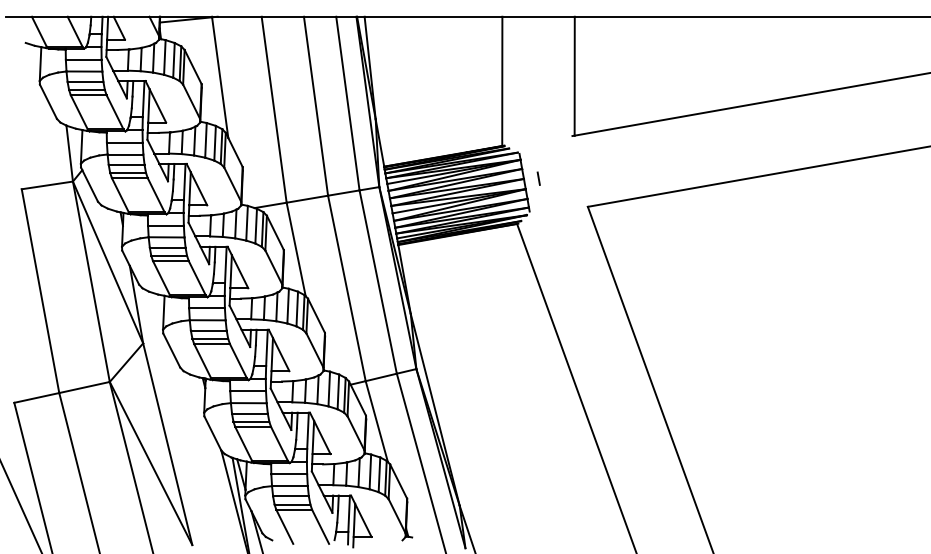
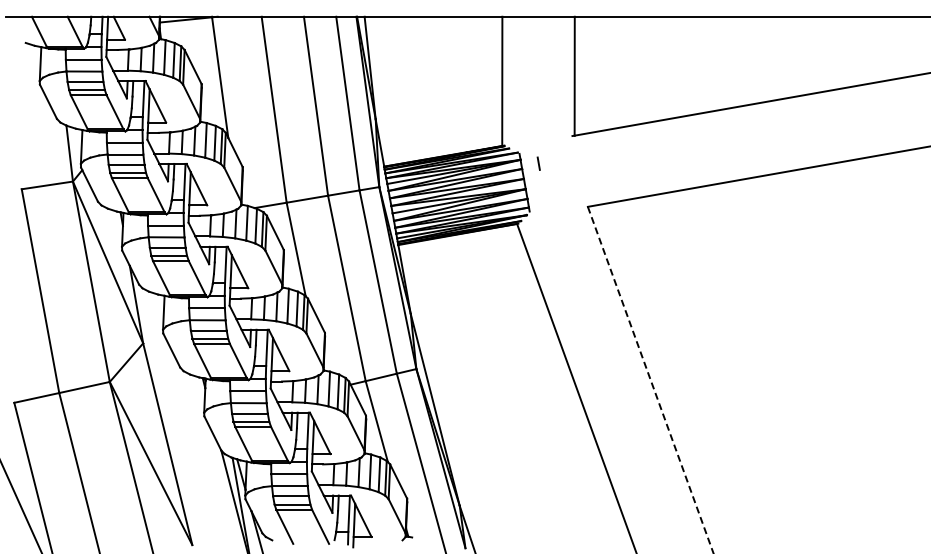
line at (538, 178) position: (538, 178) -> (538, 163)
line at (650, 380): solid -> dashed
